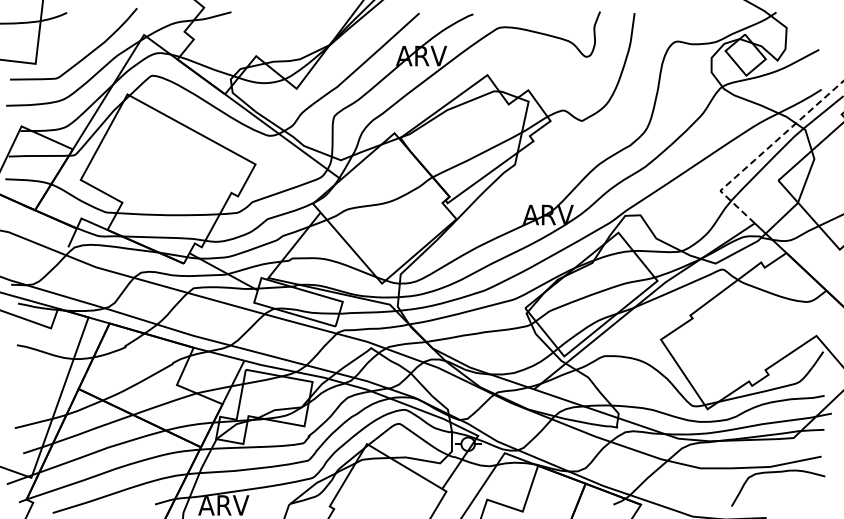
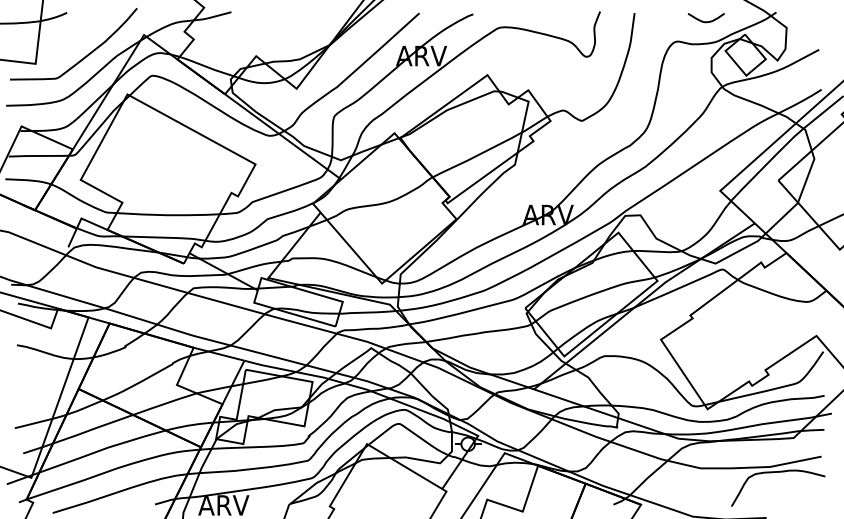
curve at (705, 21): none -> present
line at (764, 151): dashed -> solid
